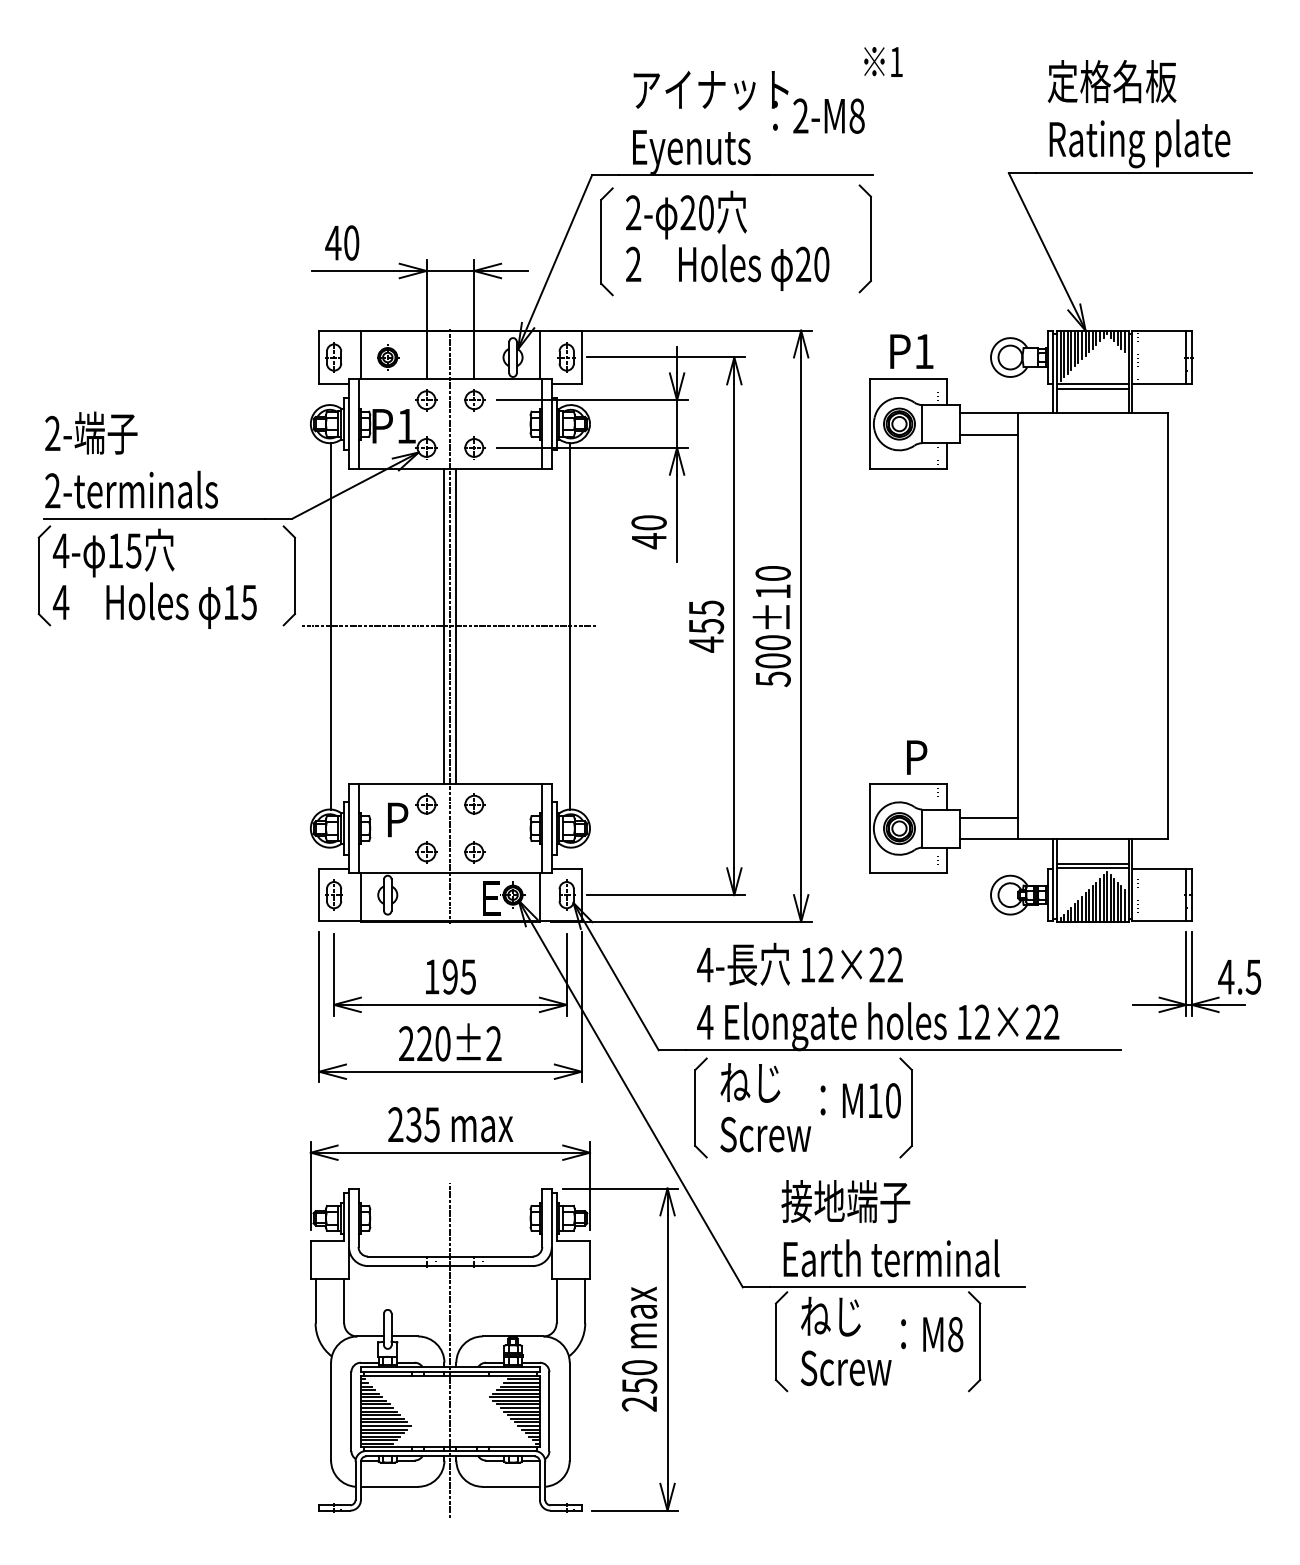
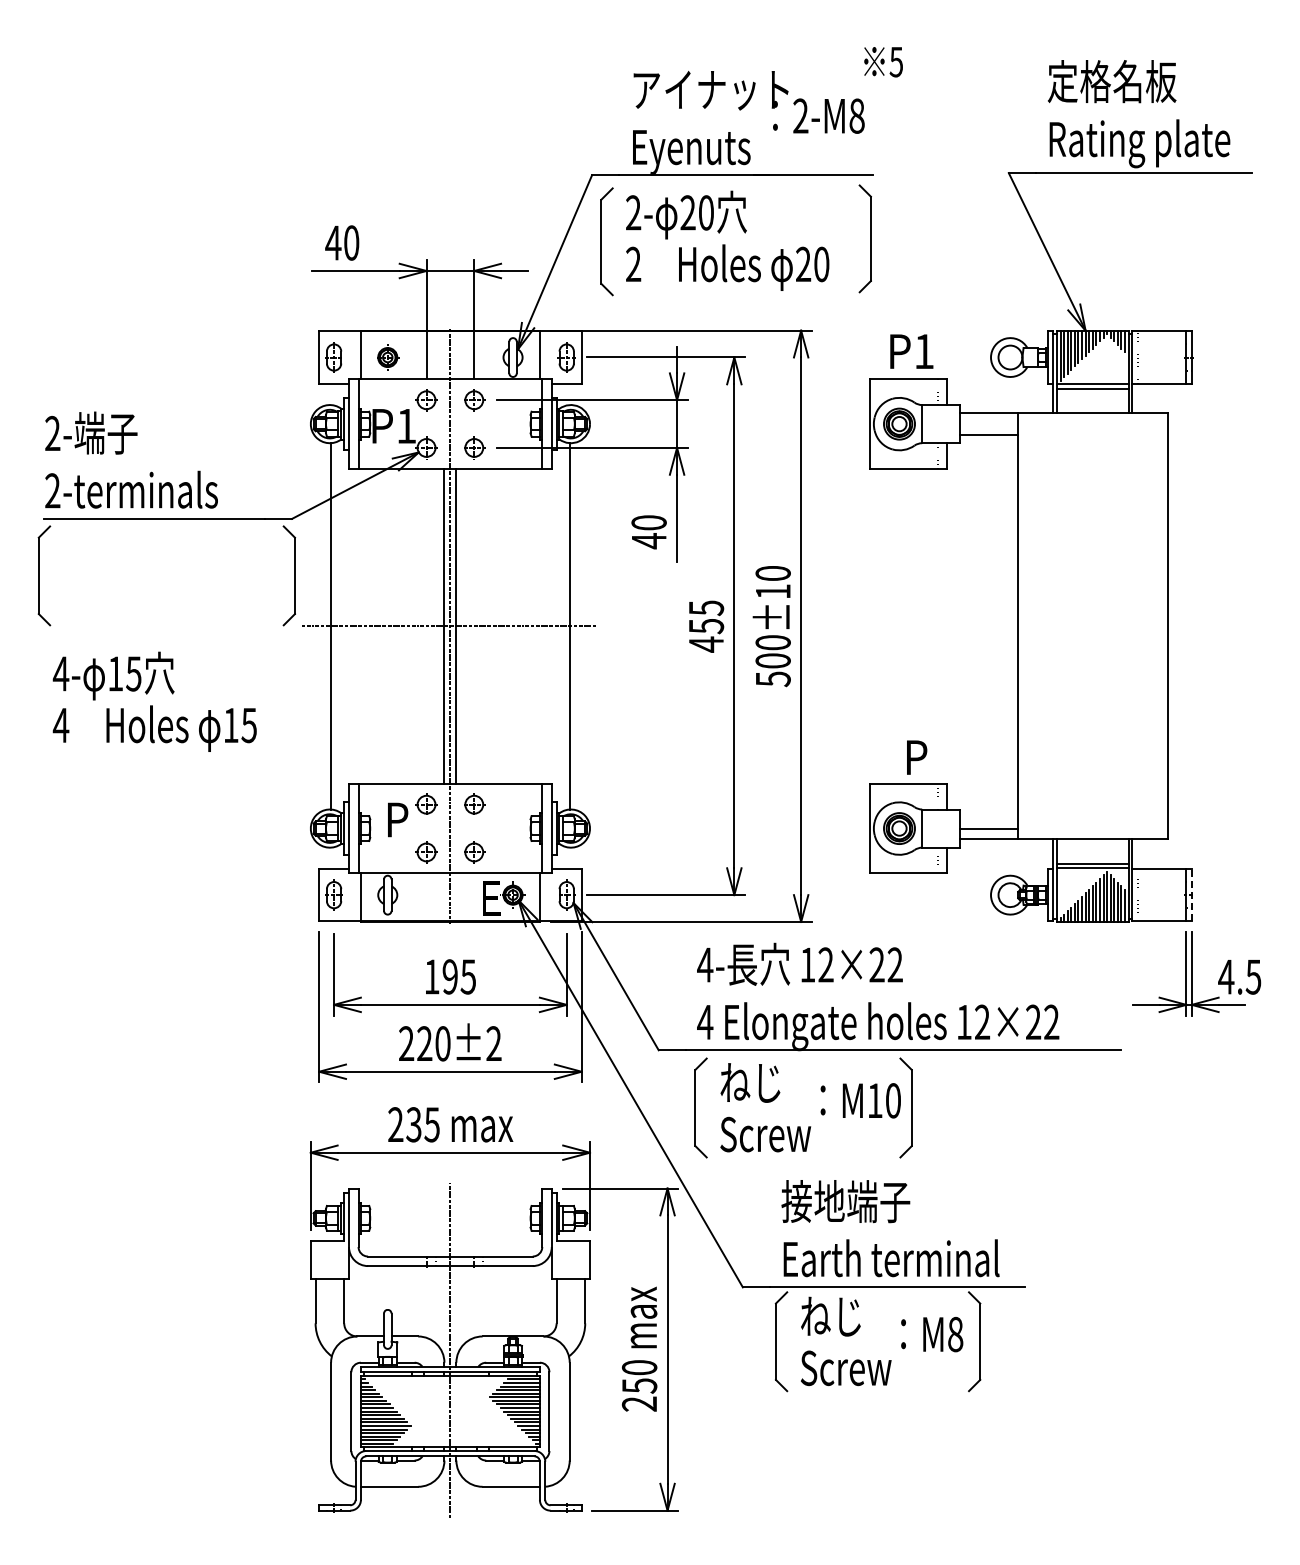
text at (895, 62): 1 -> 5
text at (154, 578) position: (154, 578) -> (154, 701)
line at (988, 817) position: (988, 817) -> (988, 828)
line at (1191, 894): solid -> dashed
